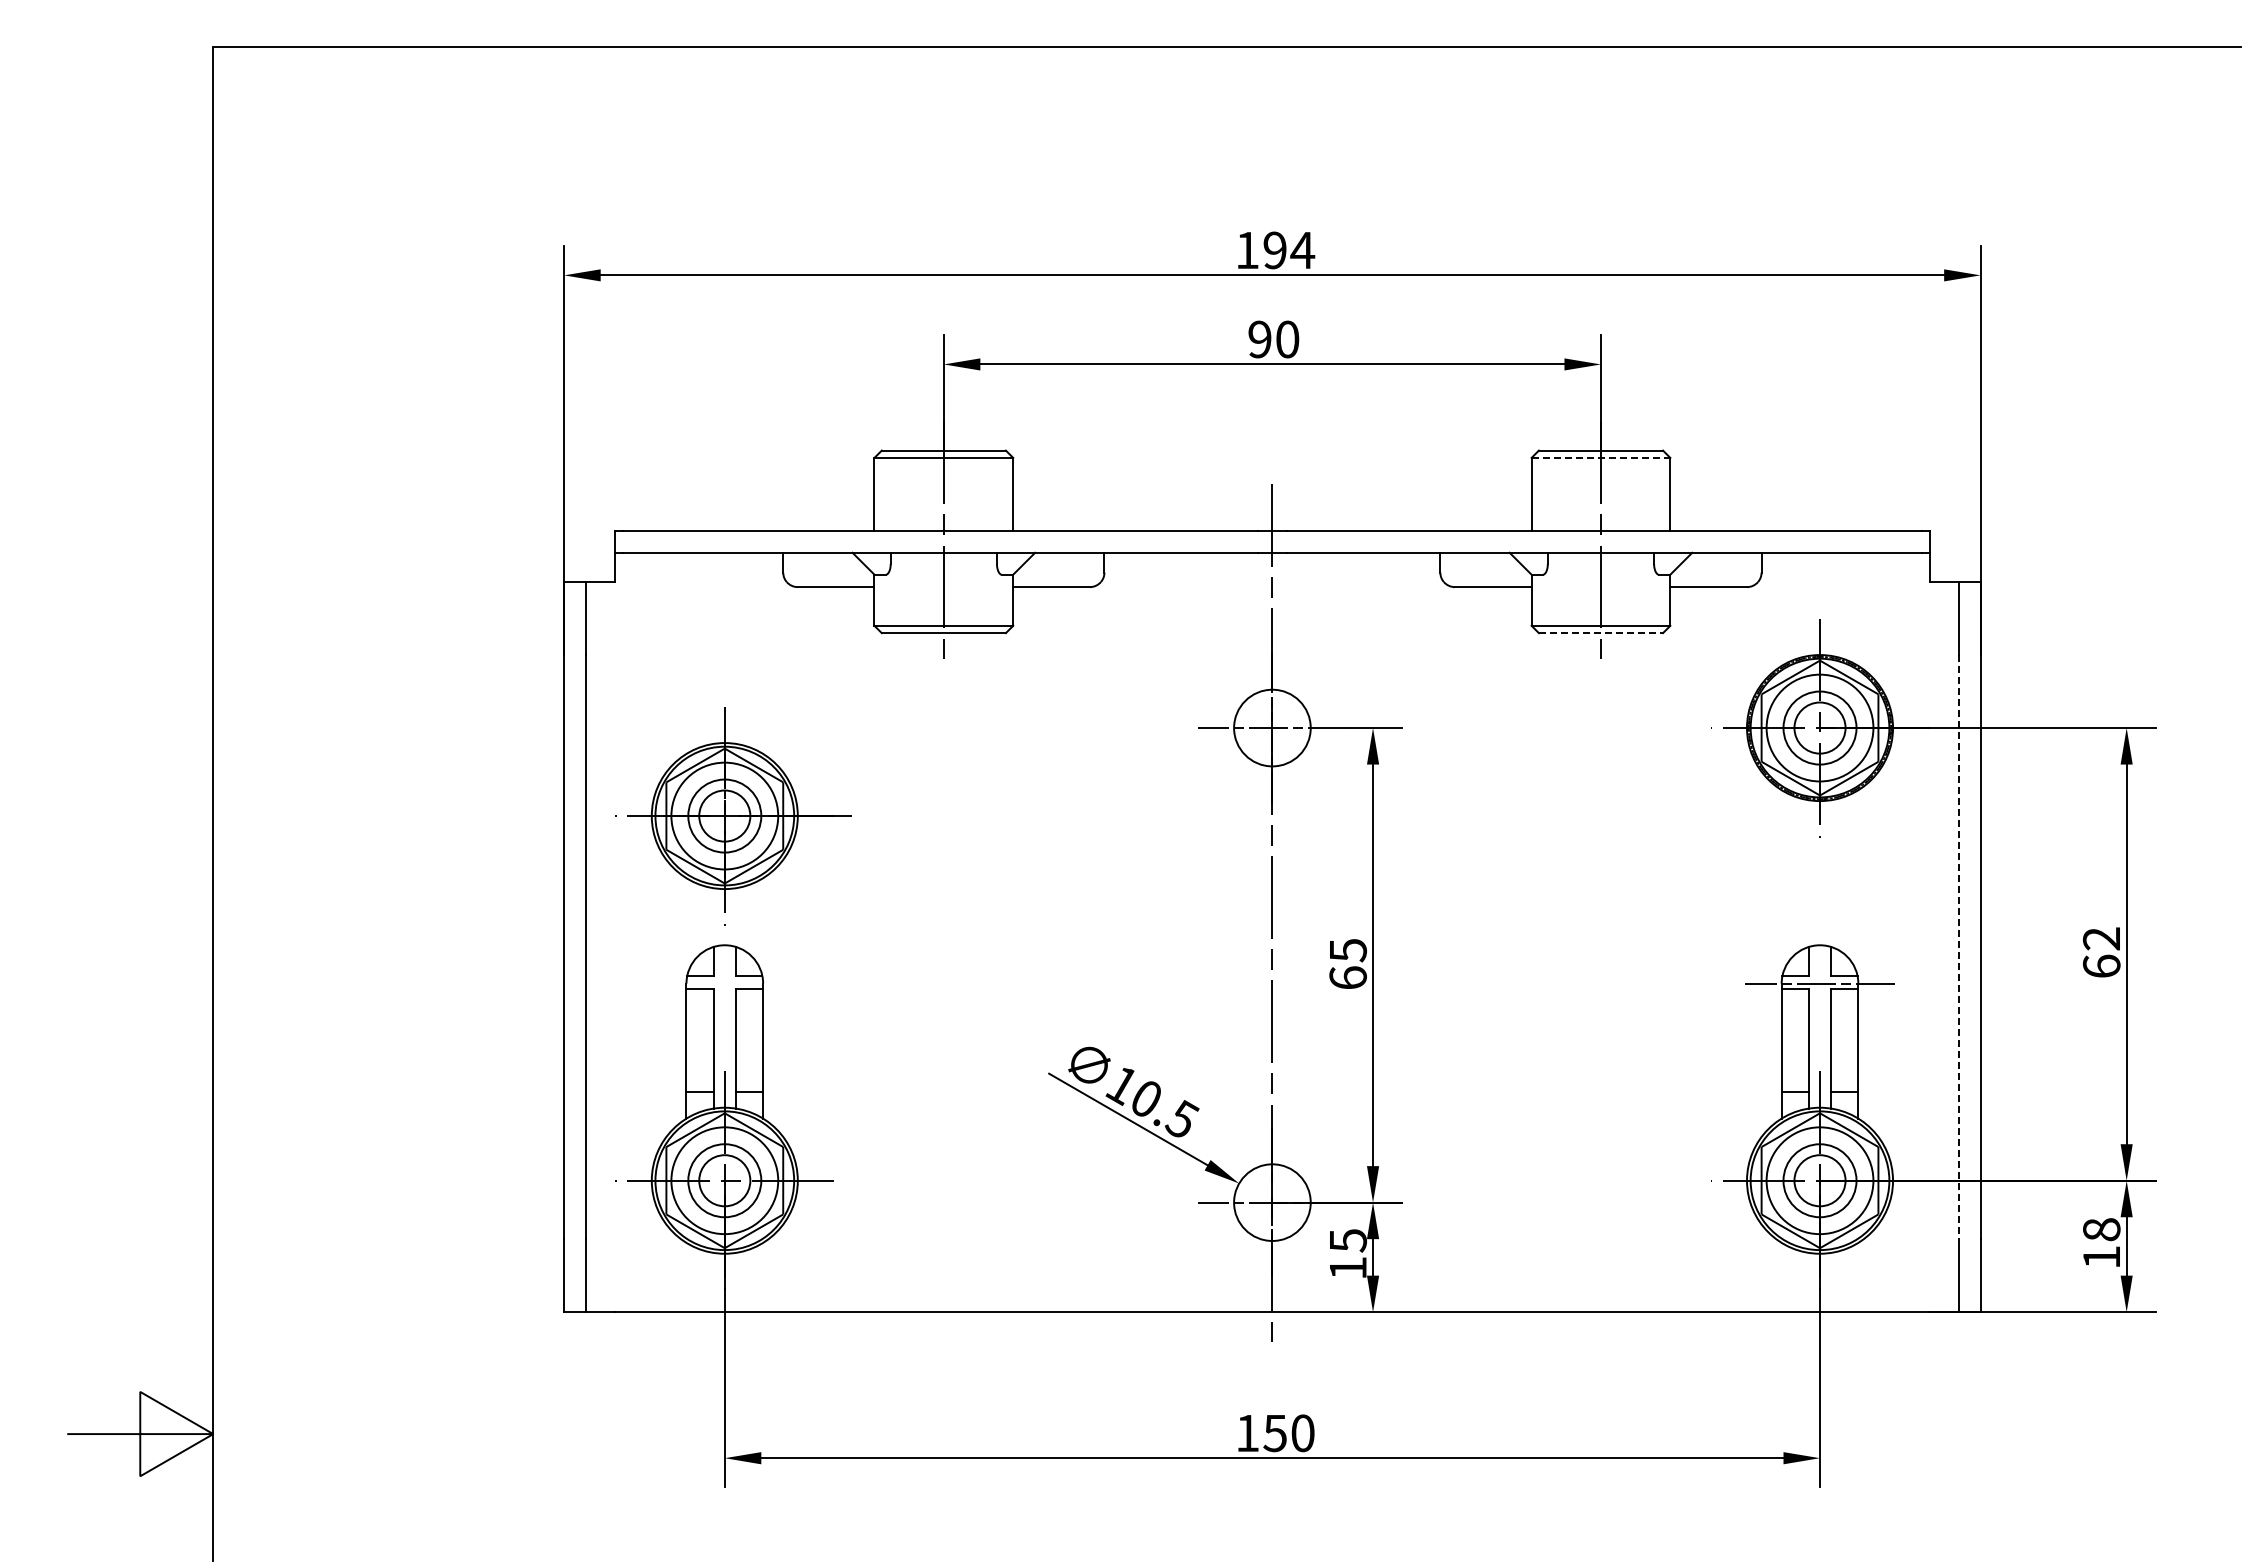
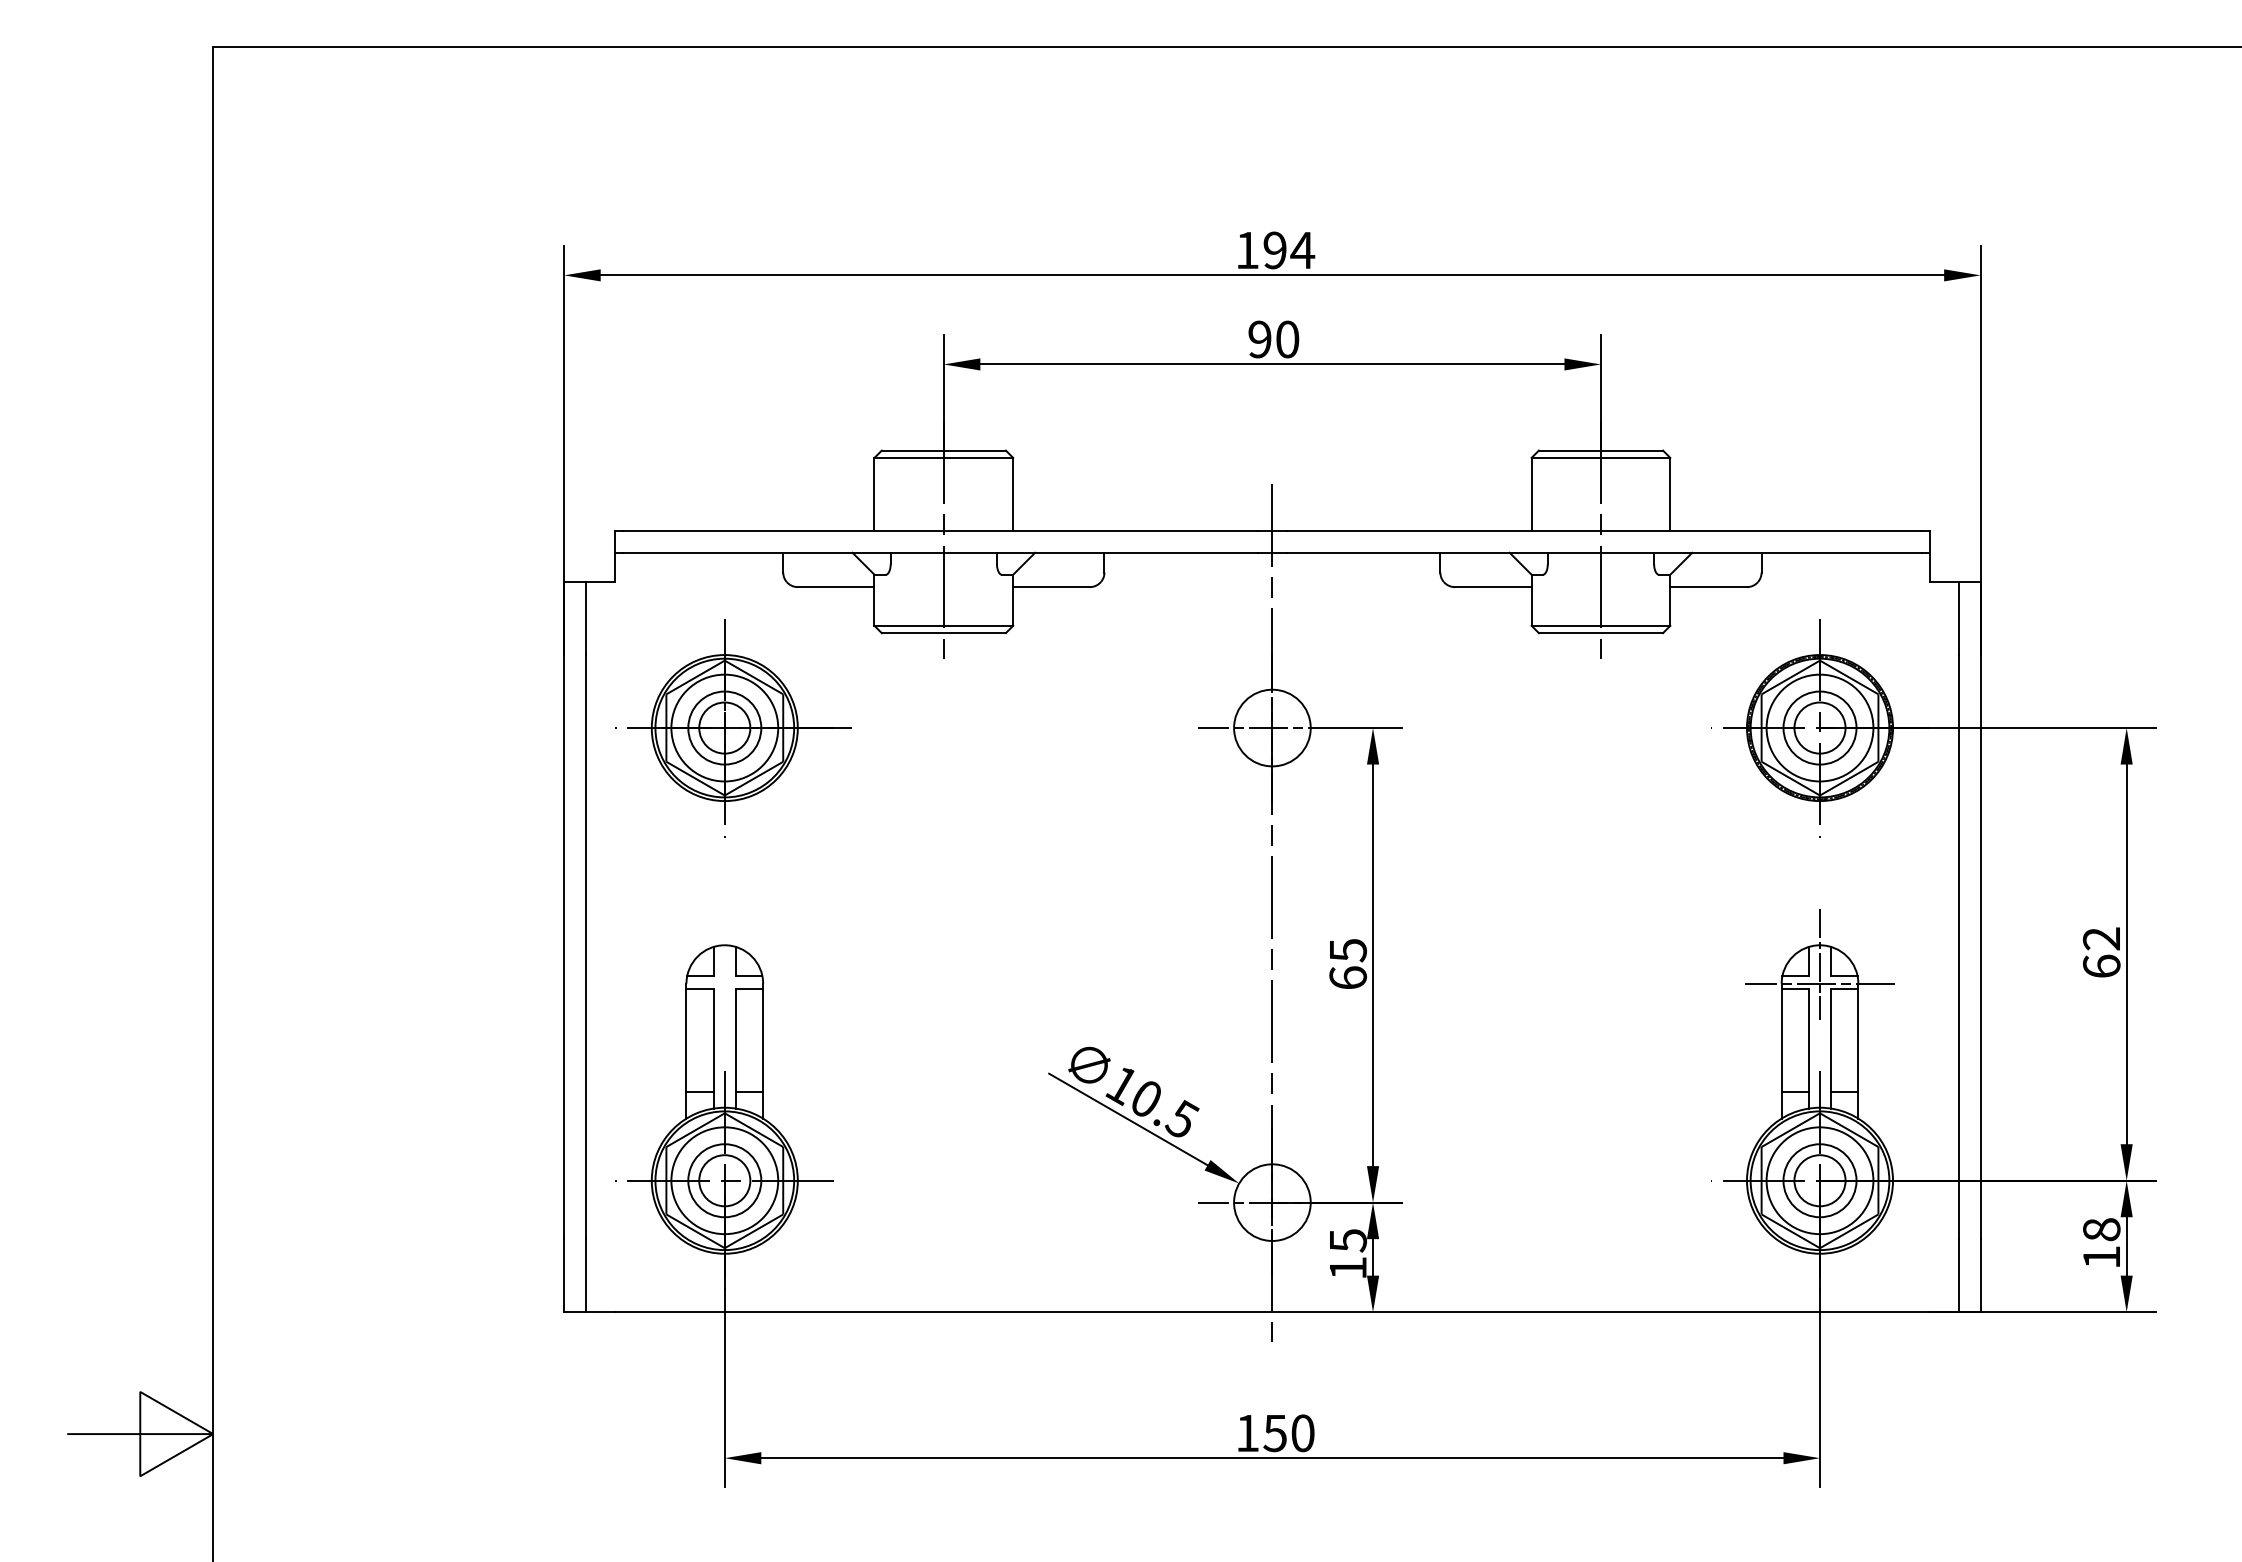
line at (1601, 457): dashed -> solid
line at (1601, 633): dashed -> solid
part at (733, 816) position: (733, 816) -> (733, 728)
line at (1958, 947): dashed -> solid
line at (1820, 964): none -> present
